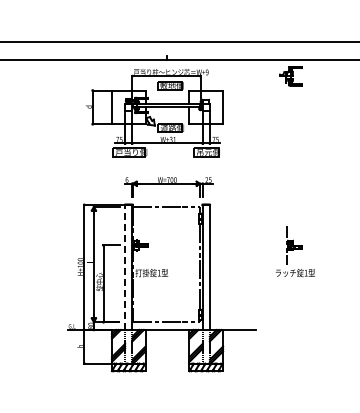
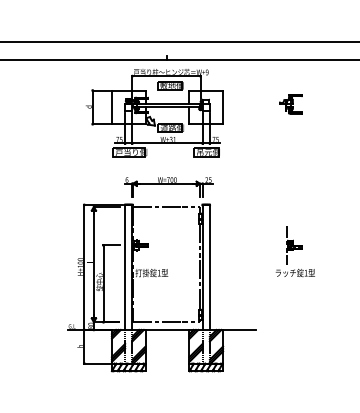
part at (290, 76) position: (290, 76) -> (290, 104)
line at (125, 267): dashed -> solid
